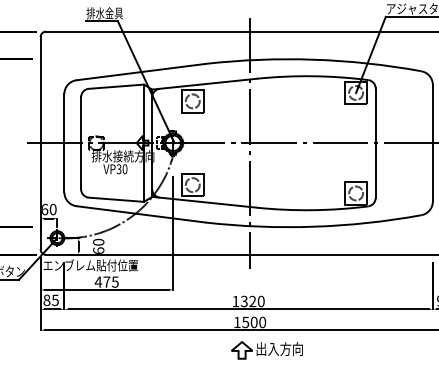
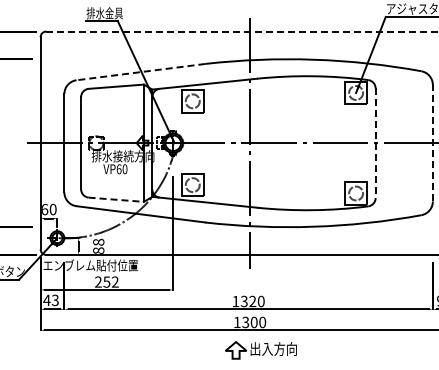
line at (242, 31): solid -> dashed
line at (140, 72): solid -> dashed
line at (432, 142): solid -> dashed
line at (375, 143): solid -> dashed
text at (118, 169): VP30 -> VP60
line at (116, 199): solid -> dashed
text at (98, 245): 60 -> 88
text at (106, 281): 475 -> 252
text at (50, 300): 85 -> 43
text at (245, 321): 1500 -> 1300
part at (266, 350) position: (266, 350) -> (260, 350)
